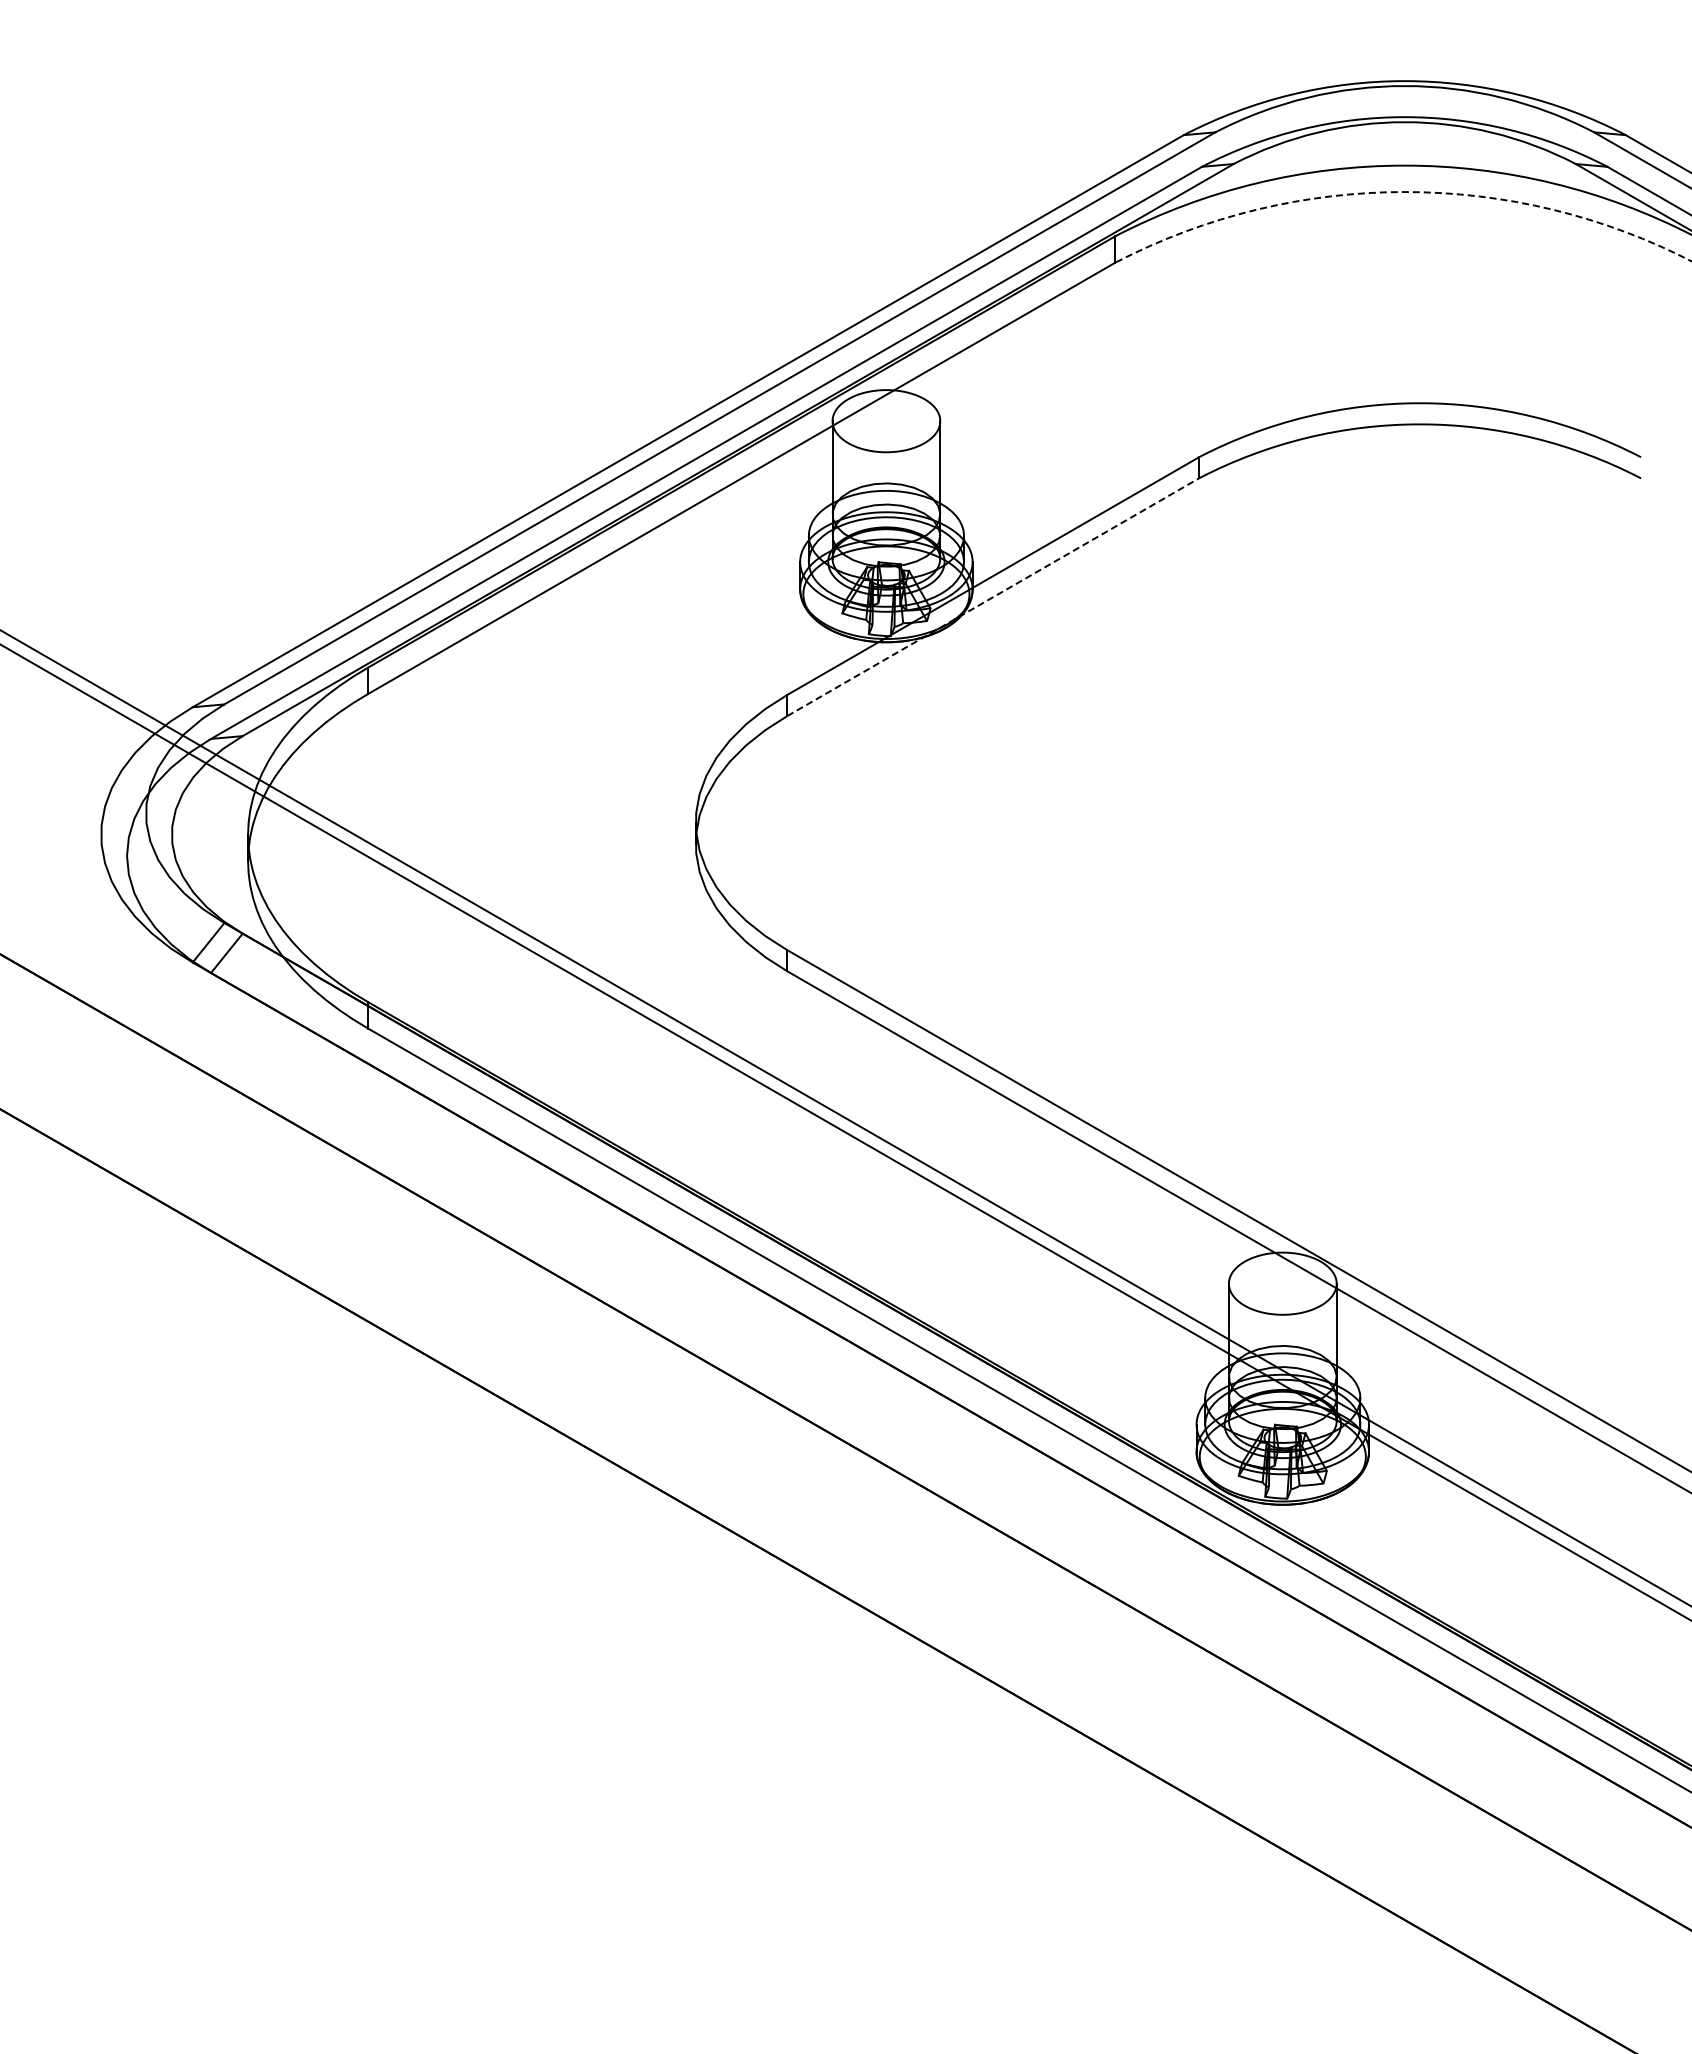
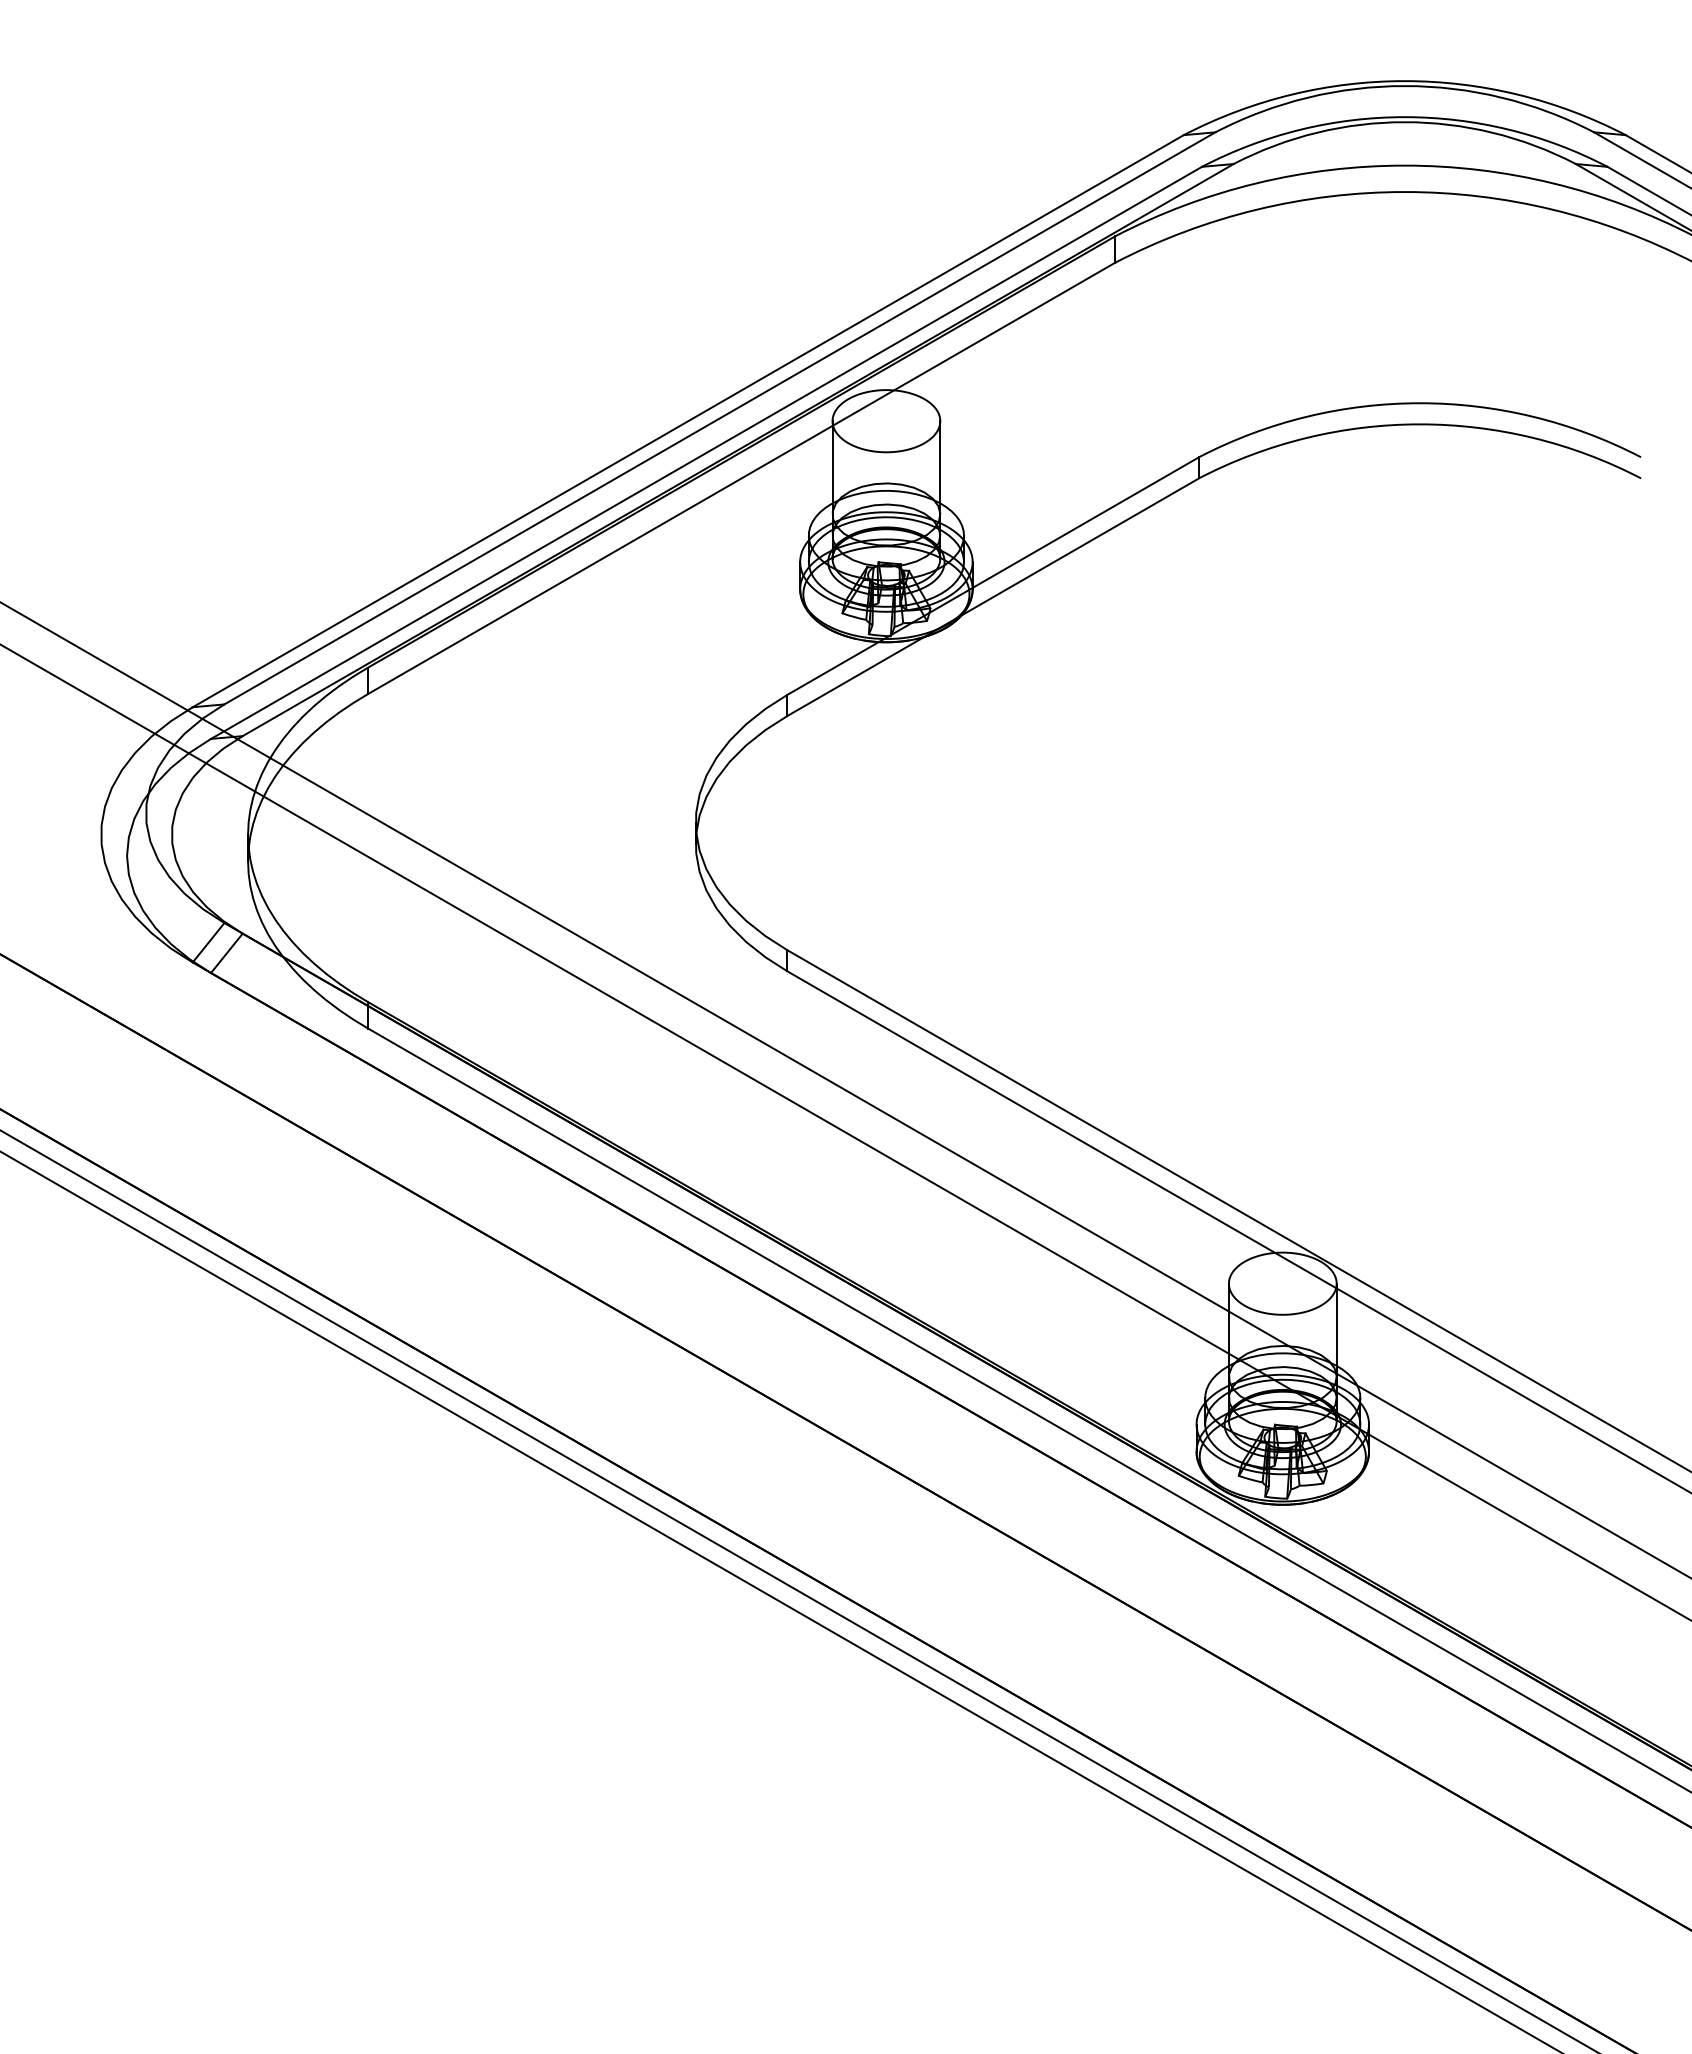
arc at (1403, 192): dashed -> solid
line at (993, 597): dashed -> solid
line at (845, 1117) position: (845, 1117) -> (845, 1089)
line at (798, 1590): none -> present
line at (780, 1601): none -> present
